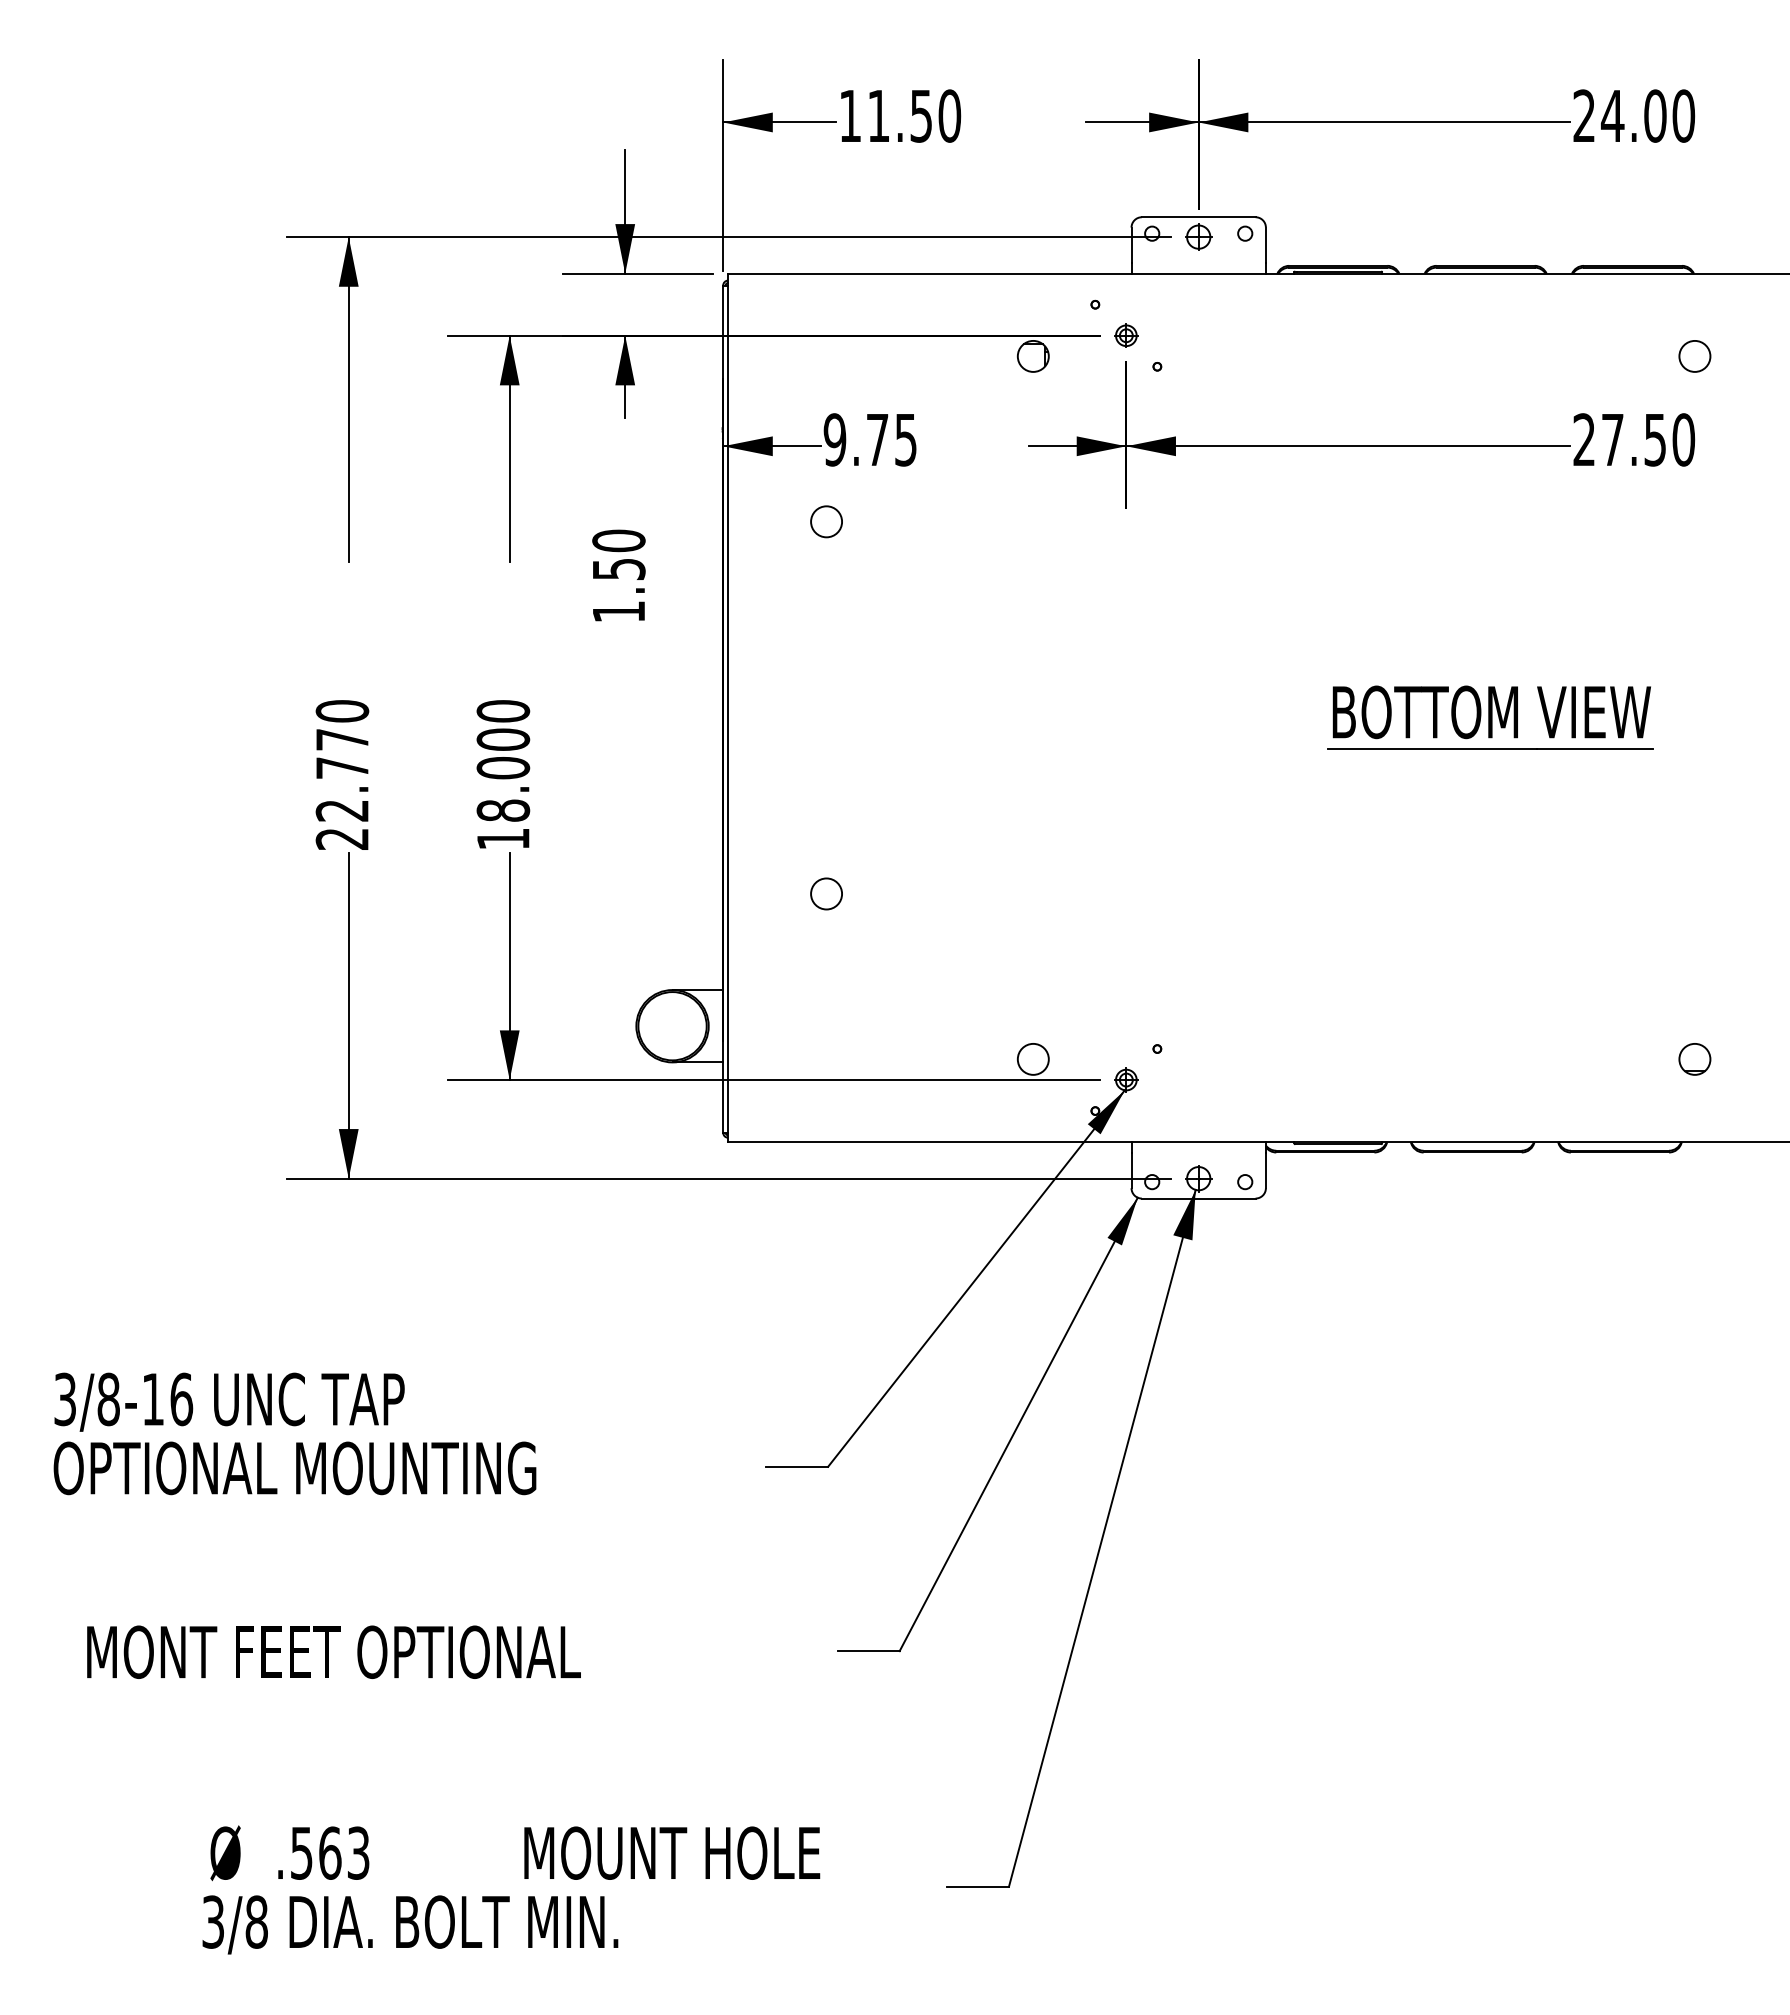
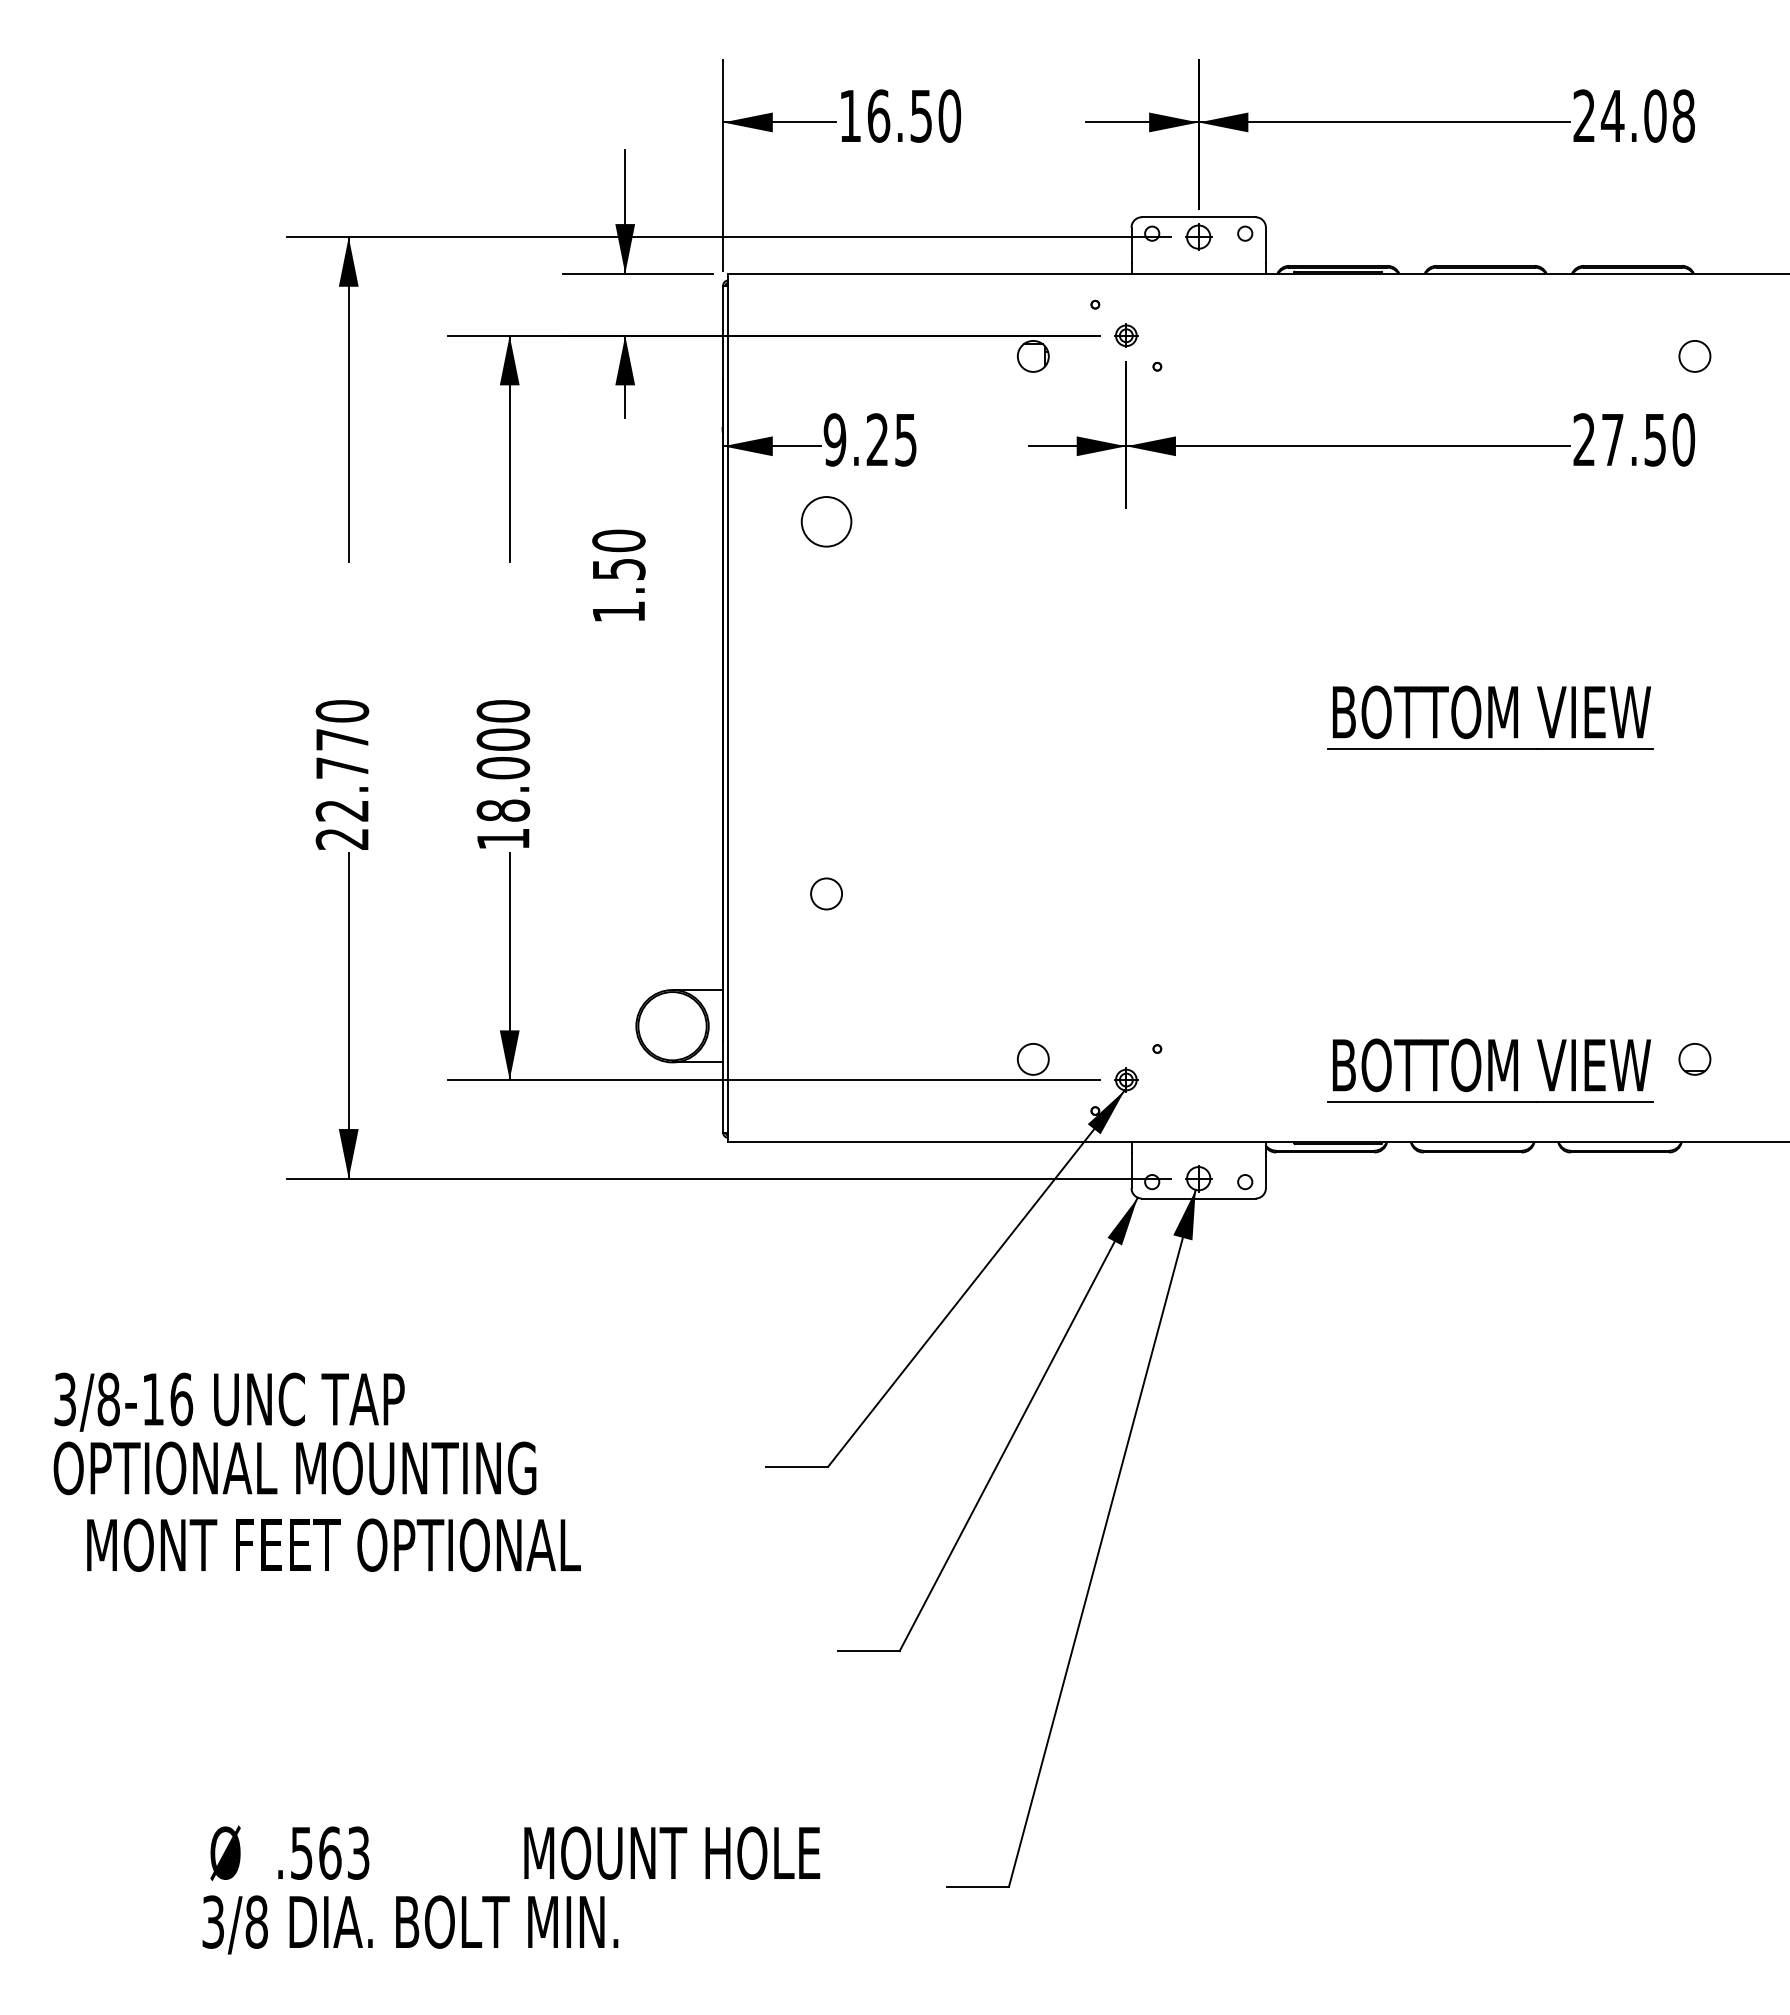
text at (878, 115): 11.50 -> 16.50
text at (1683, 115): 24.00 -> 24.08
text at (877, 439): 9.75 -> 9.25
circle at (826, 521) diameter: 31 px -> 50 px
part at (1490, 1070): none -> present
text at (333, 1651) position: (333, 1651) -> (333, 1544)
